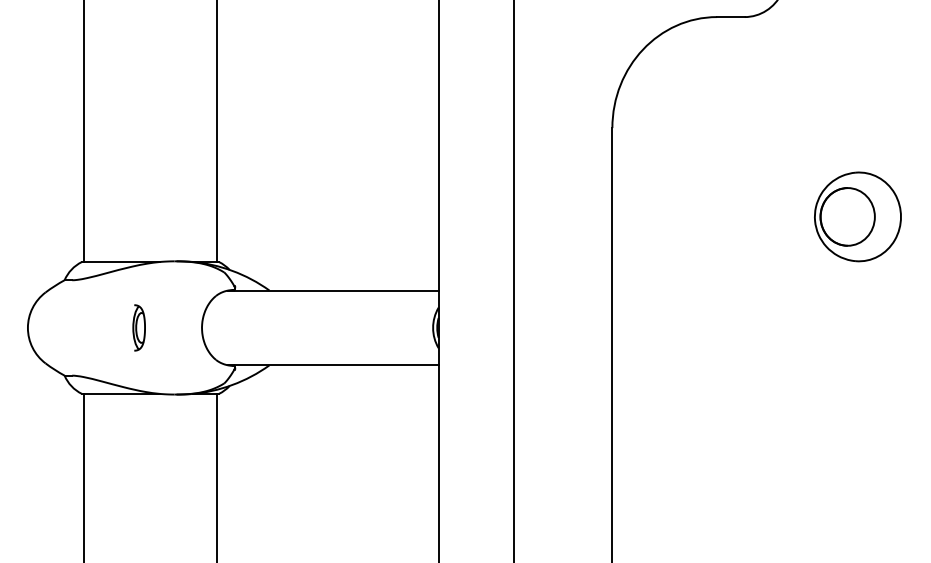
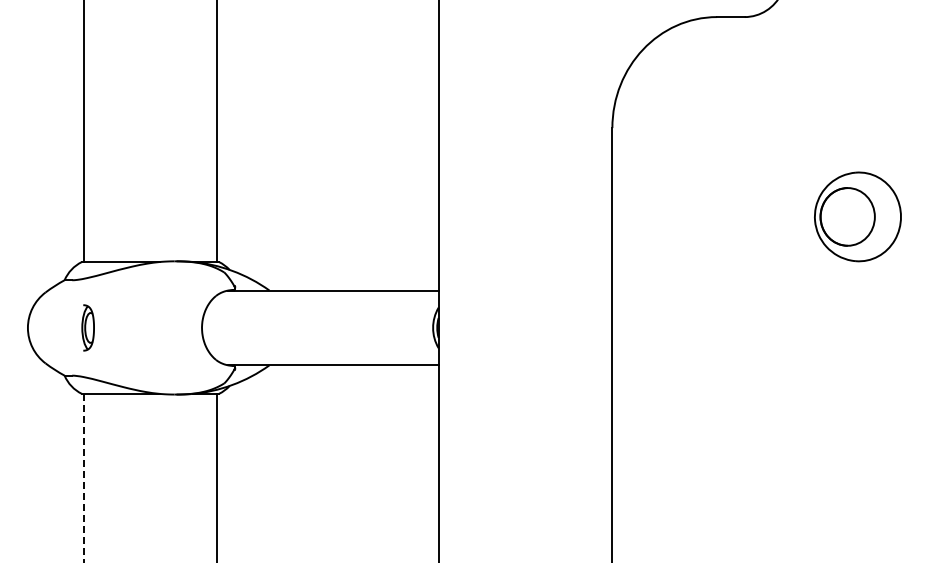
line at (513, 280): present -> none
part at (138, 327) position: (138, 327) -> (87, 327)
line at (83, 478): solid -> dashed
